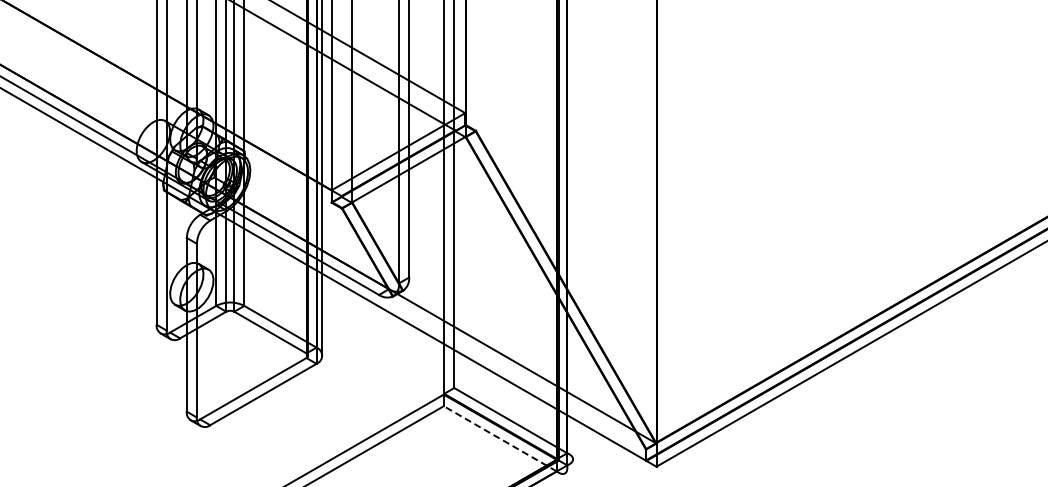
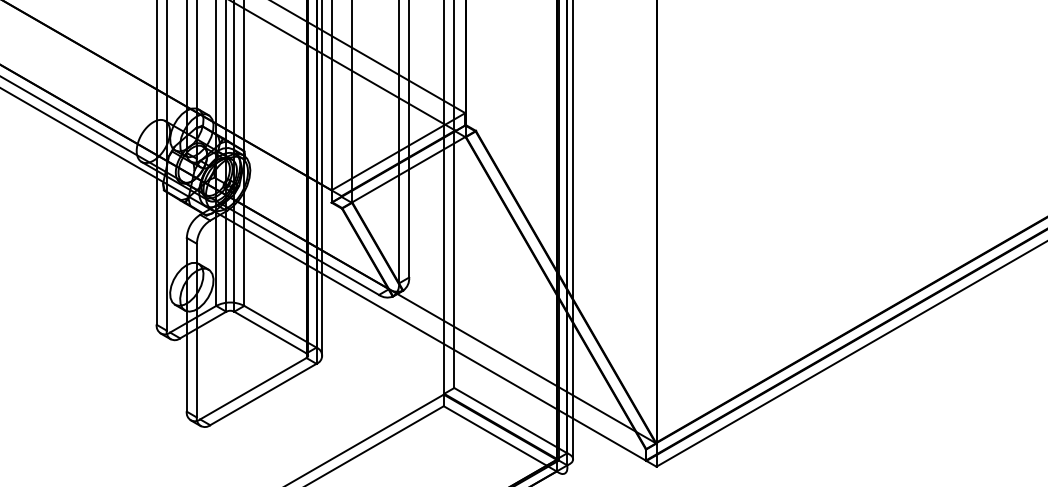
line at (573, 230): none -> present
line at (499, 438): dashed -> solid
